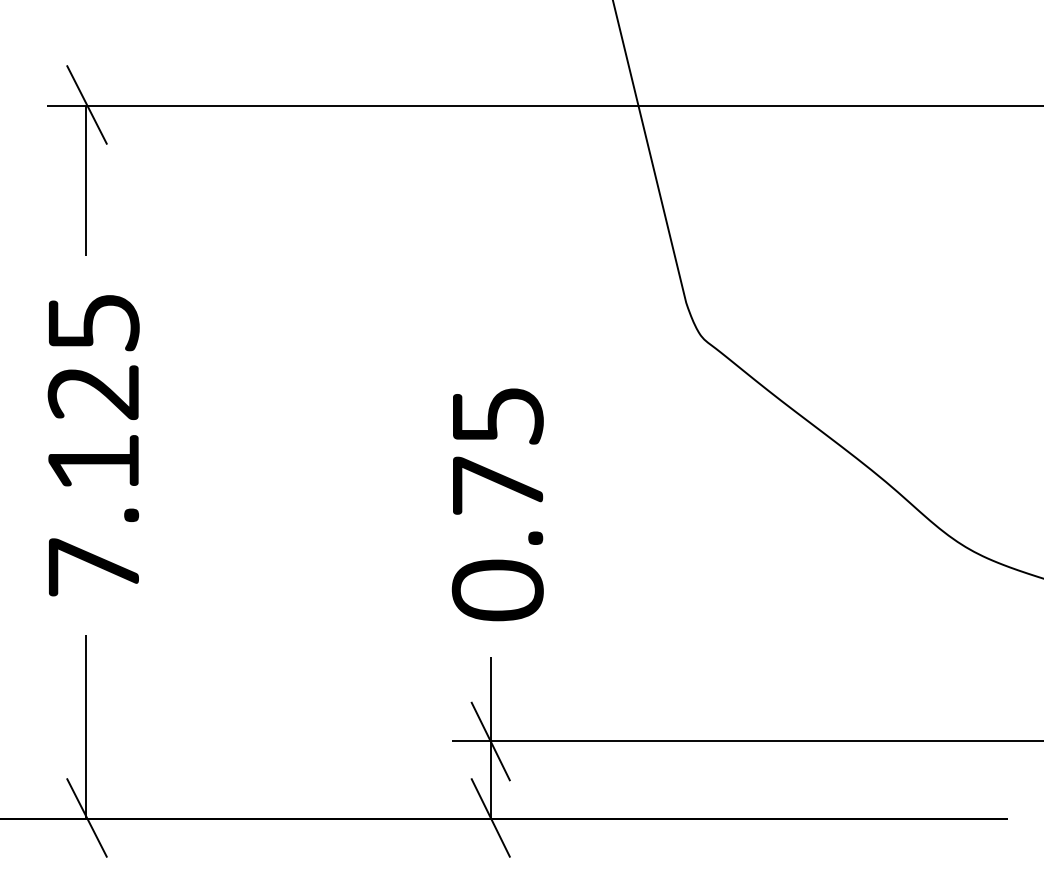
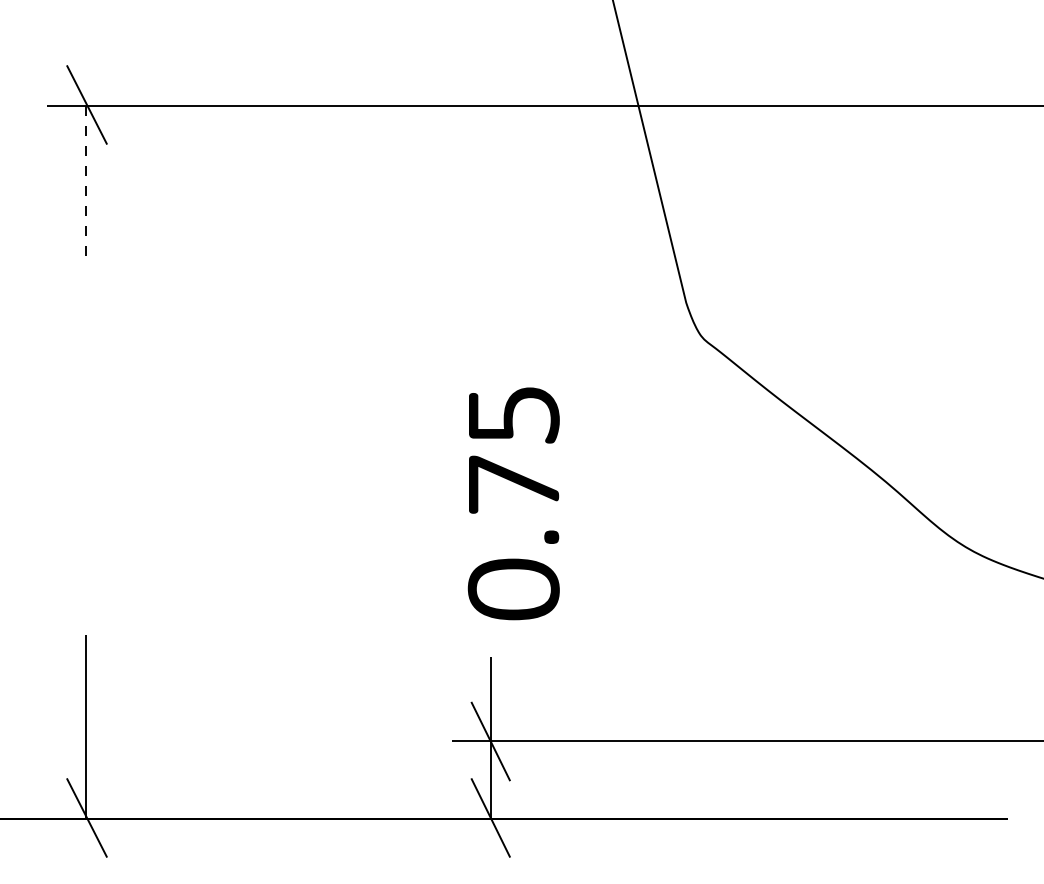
line at (86, 181): solid -> dashed
part at (93, 454): present -> none
part at (506, 487) position: (506, 487) -> (522, 486)
